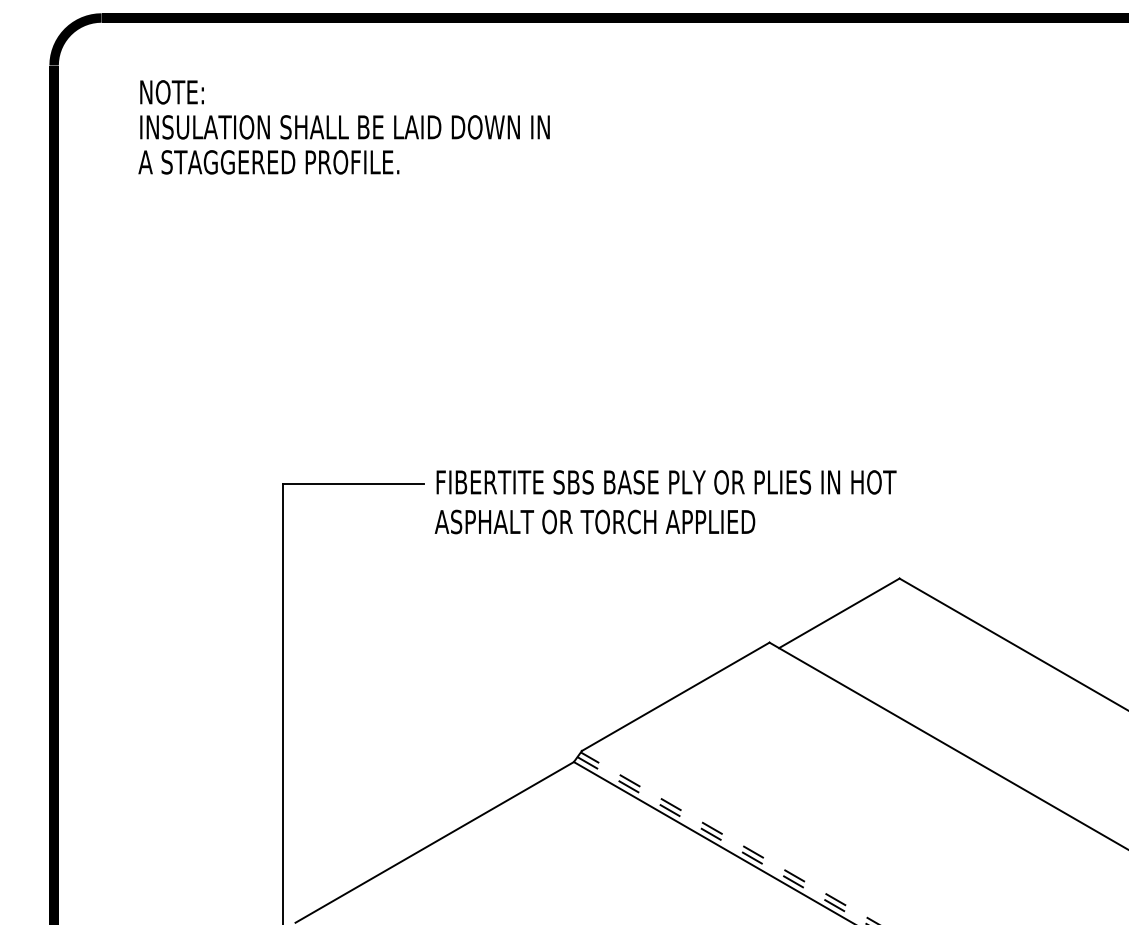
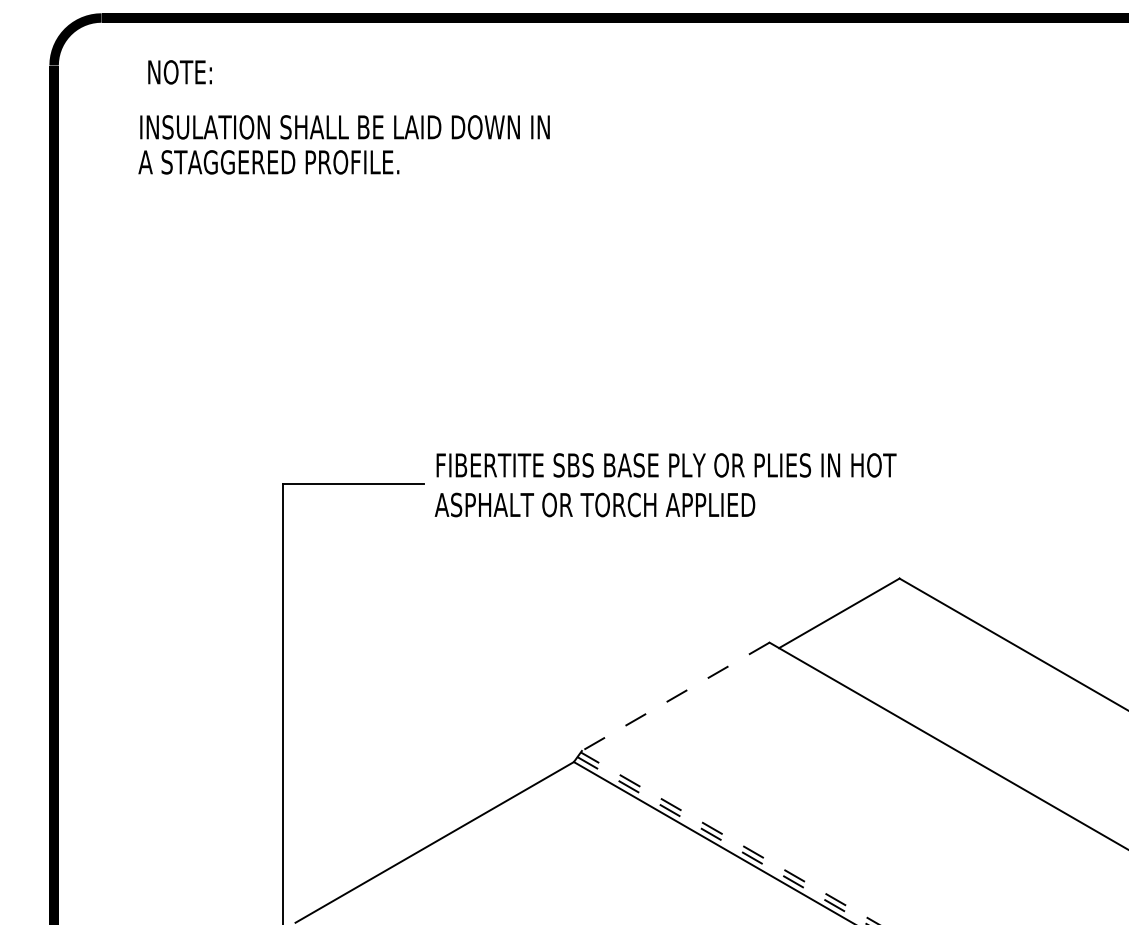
text at (171, 92) position: (171, 92) -> (179, 72)
text at (665, 502) position: (665, 502) -> (665, 485)
line at (675, 697): solid -> dashed
